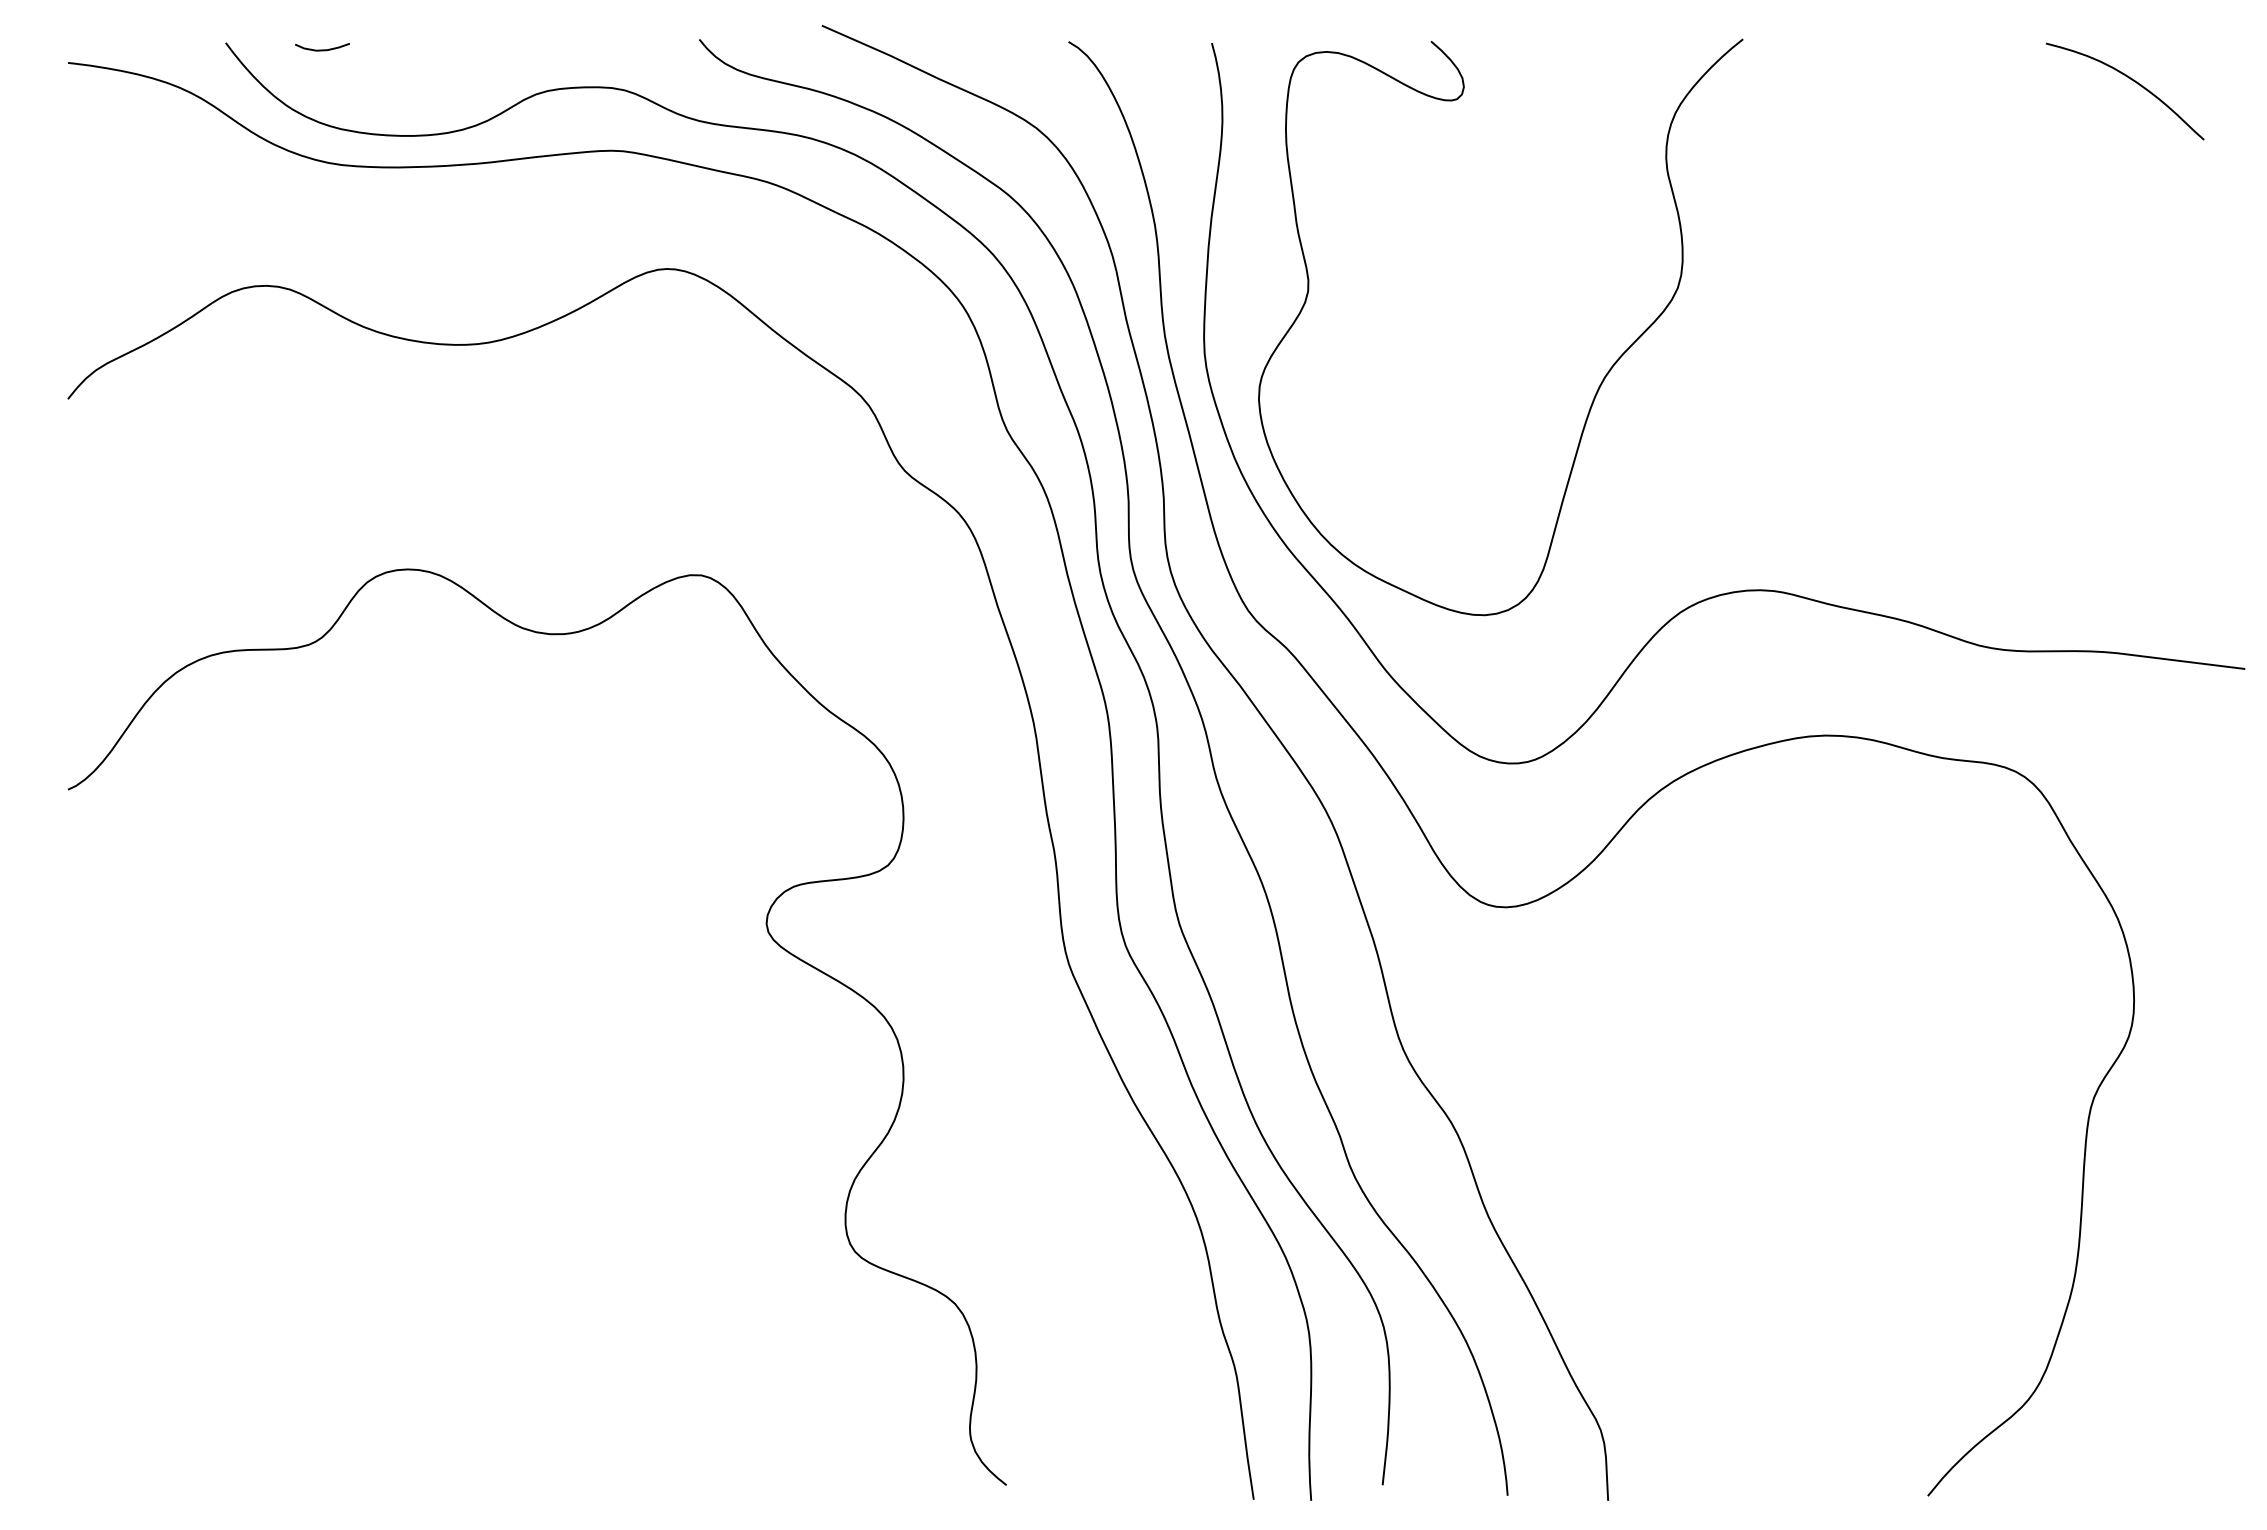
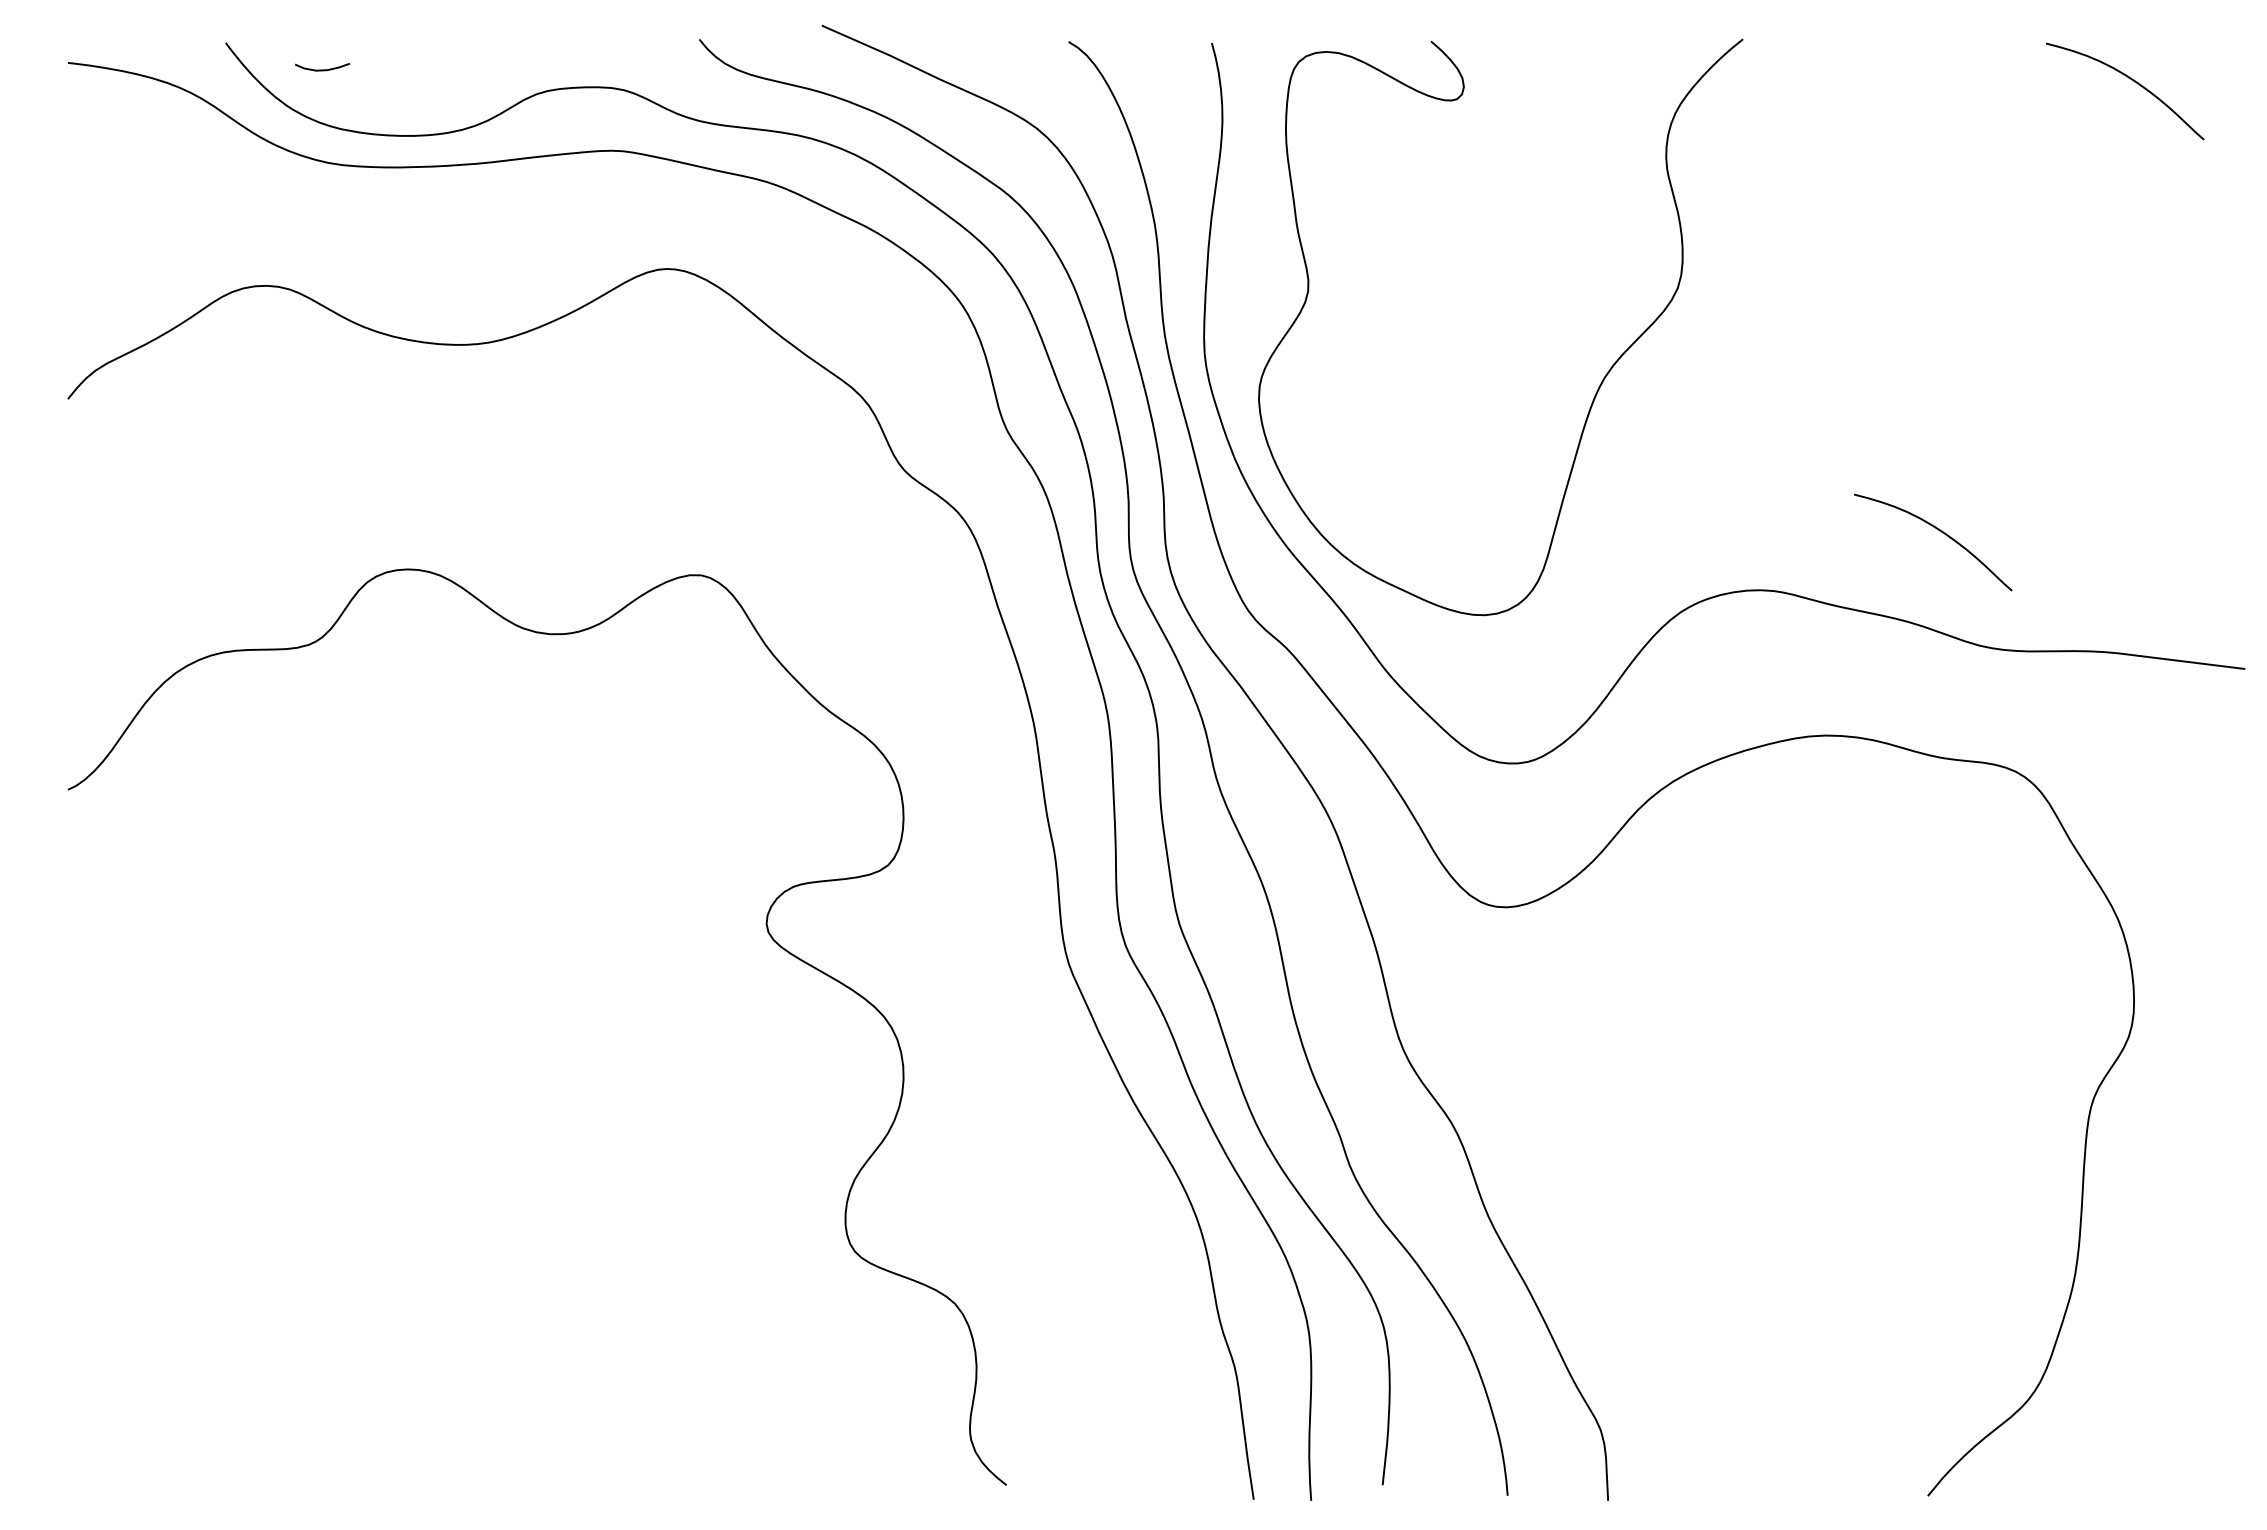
curve at (322, 49) position: (322, 49) -> (322, 69)
curve at (1939, 531): none -> present
